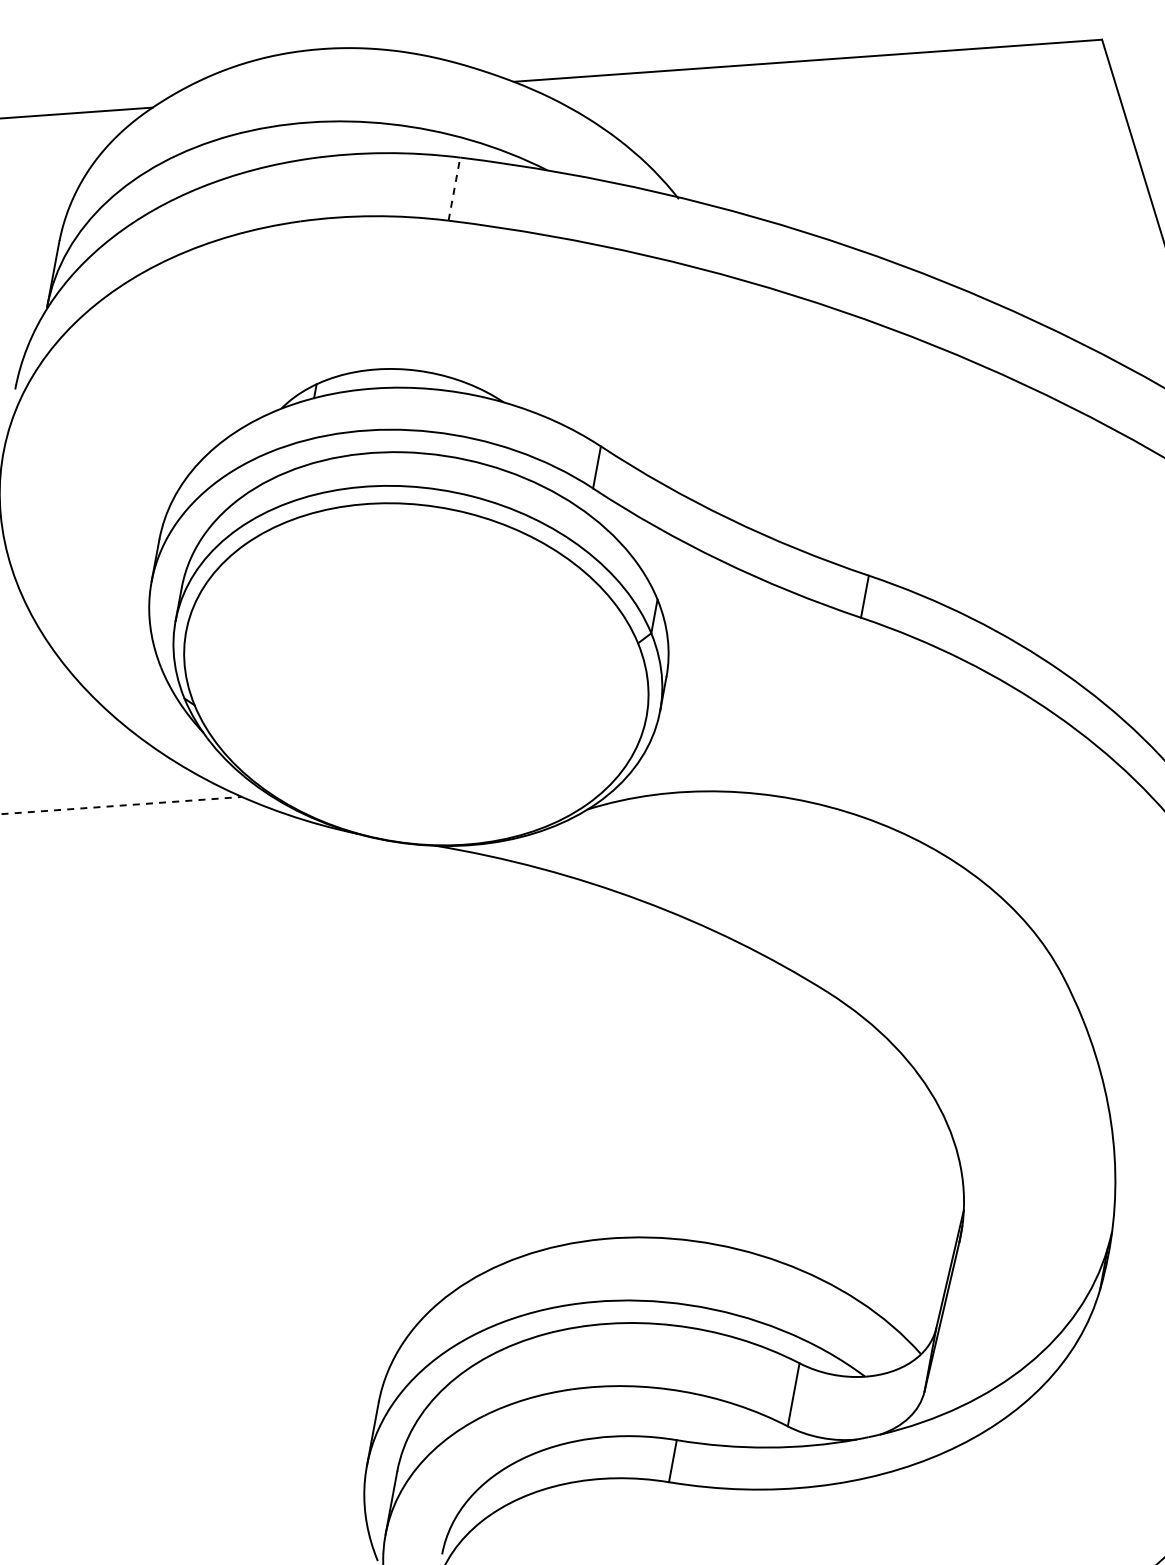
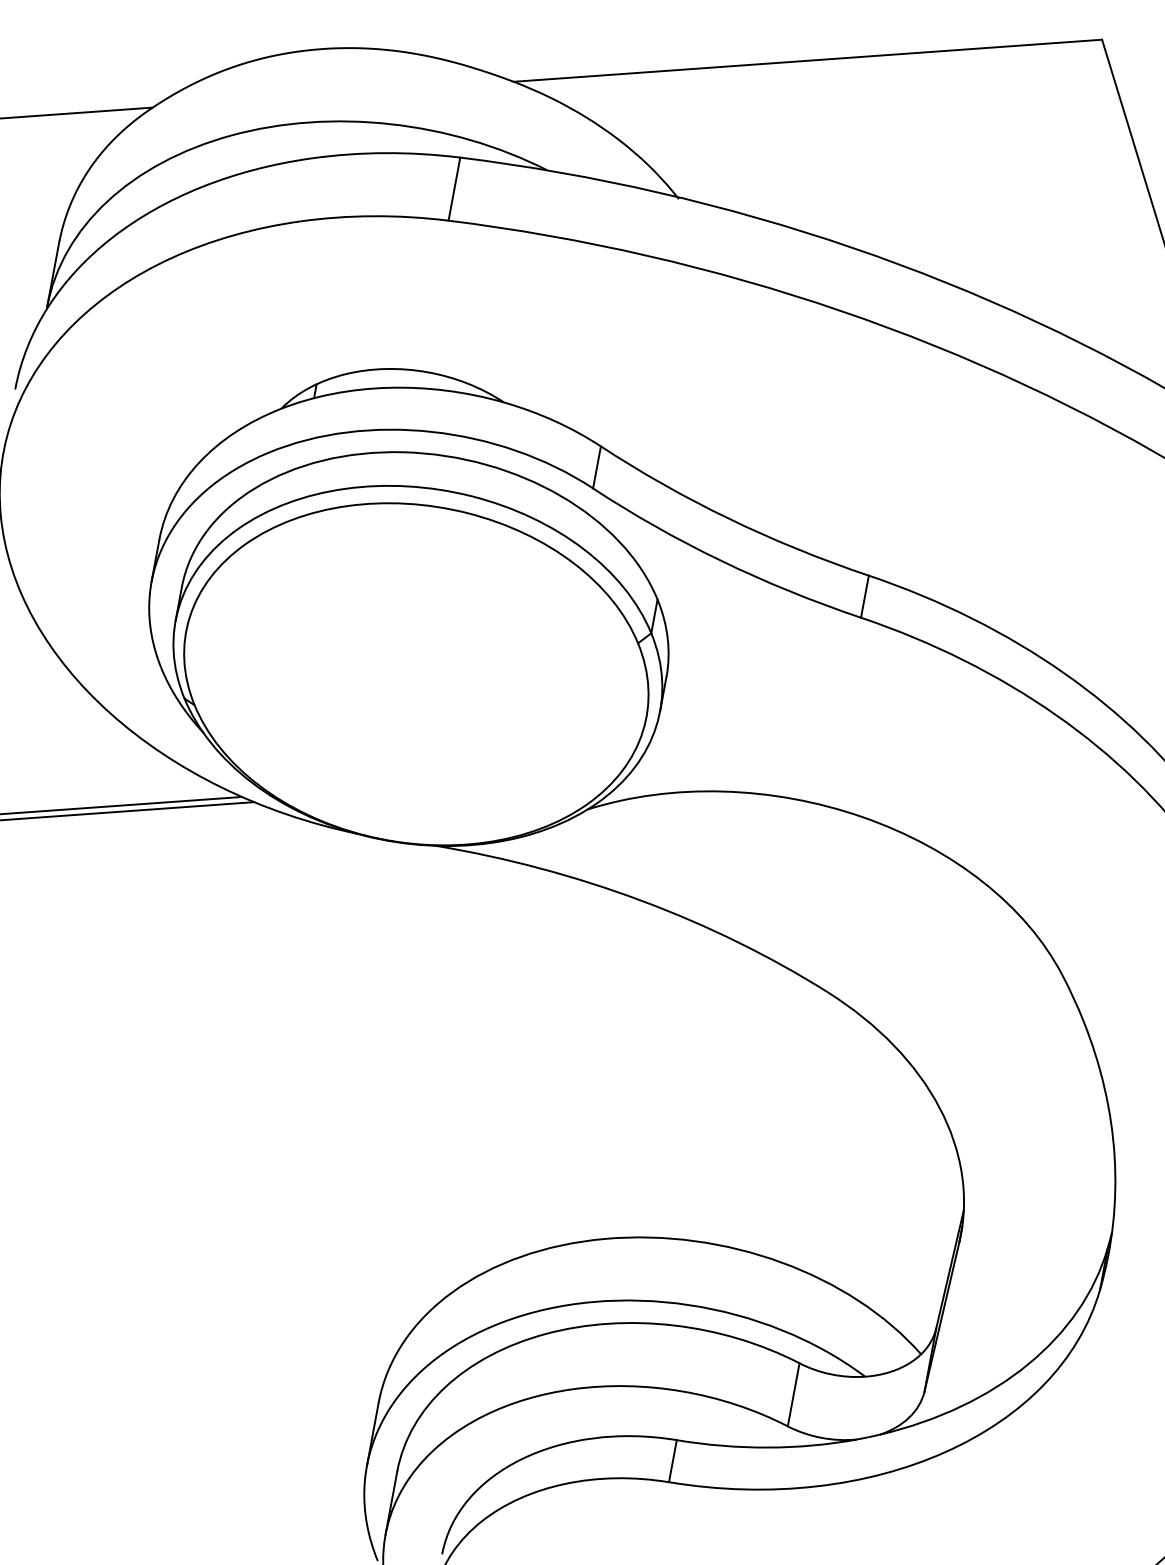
line at (454, 188): dashed -> solid
line at (121, 805): dashed -> solid
line at (128, 811): none -> present
